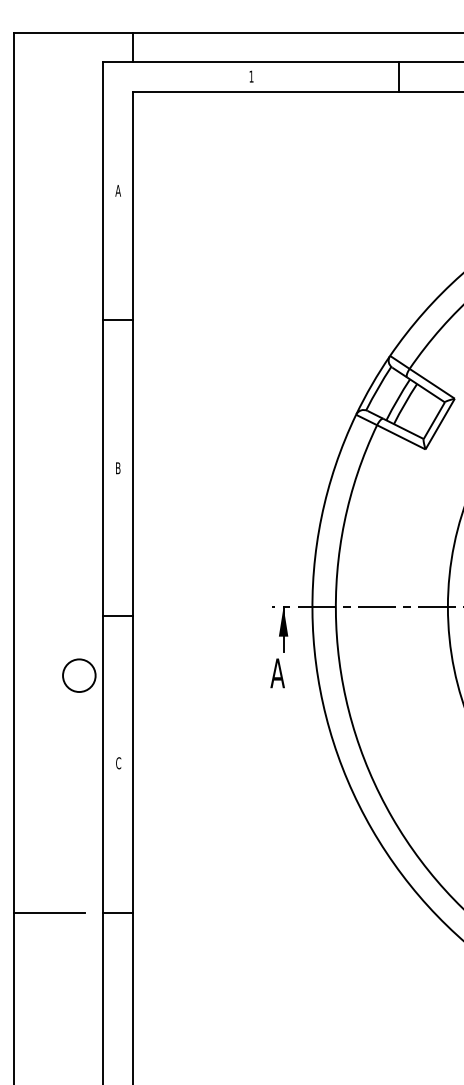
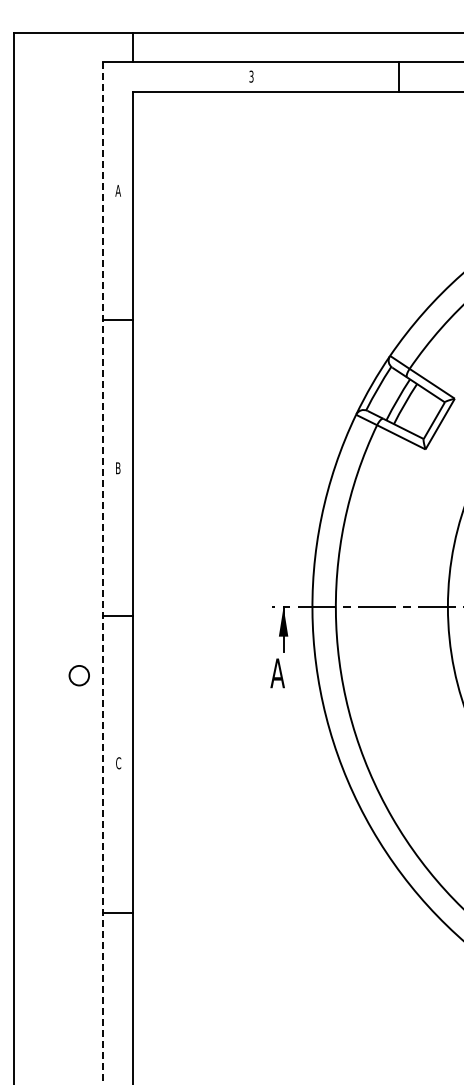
text at (251, 76): 1 -> 3
line at (103, 573): solid -> dashed
circle at (79, 675) diameter: 33 px -> 20 px
line at (49, 912): present -> none
